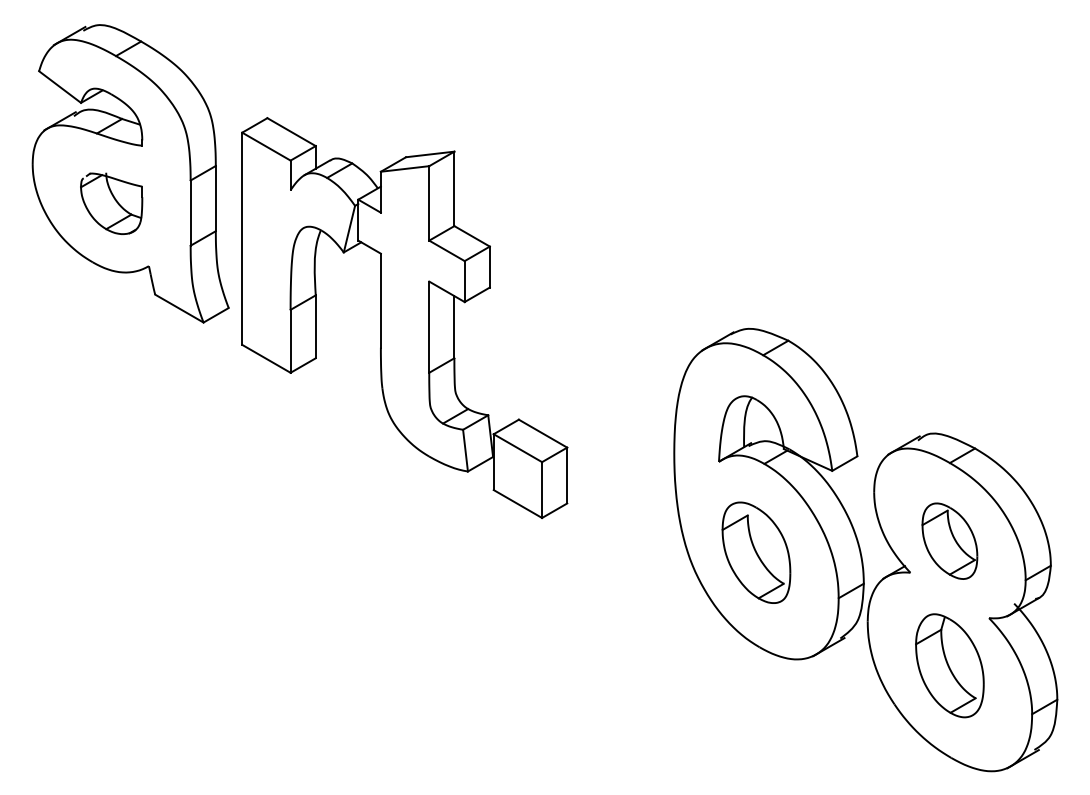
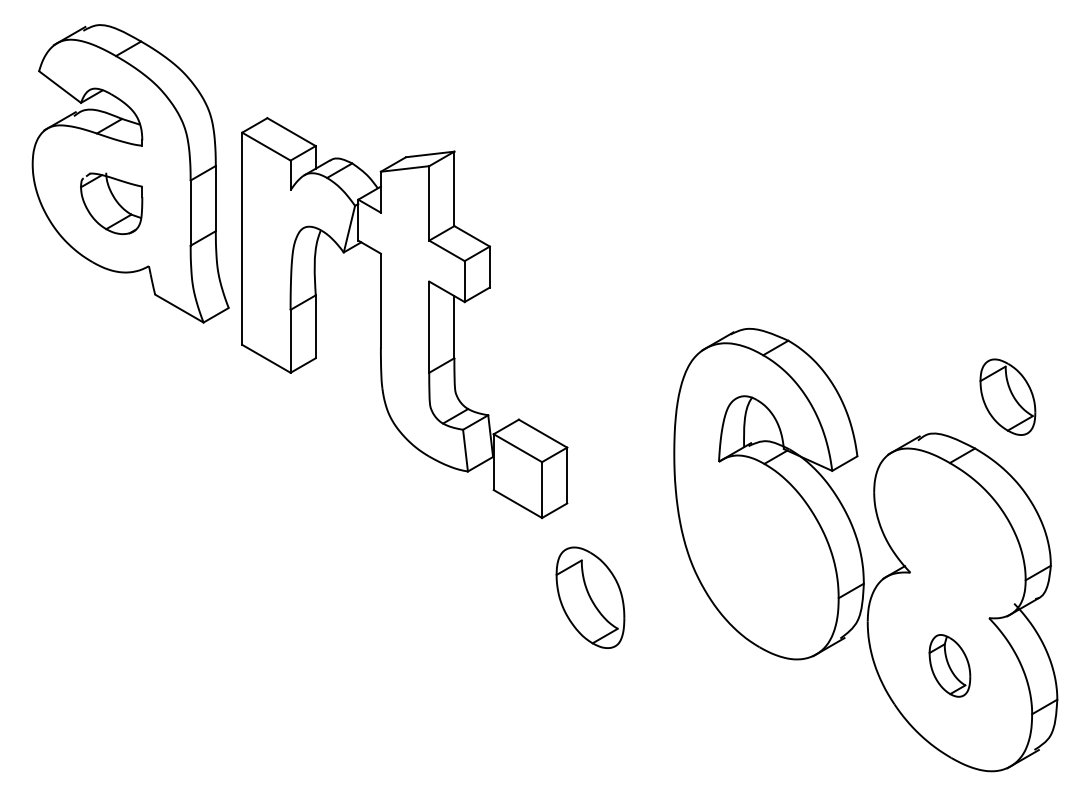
part at (949, 540) position: (949, 540) -> (1007, 396)
part at (756, 552) position: (756, 552) -> (590, 597)
part at (949, 665) size: 70x106 px -> 44x64 px
